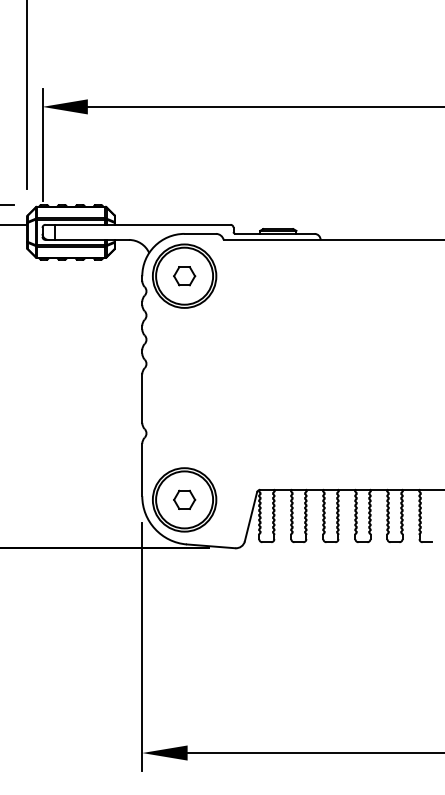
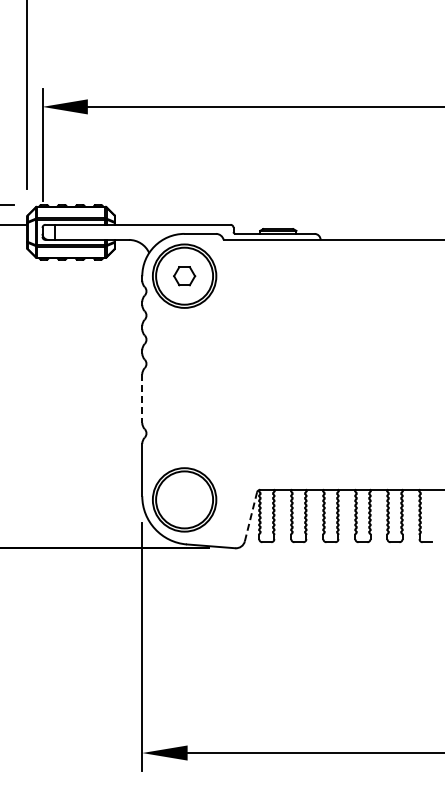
line at (142, 399): solid -> dashed
part at (184, 499): present -> none
line at (251, 516): solid -> dashed
